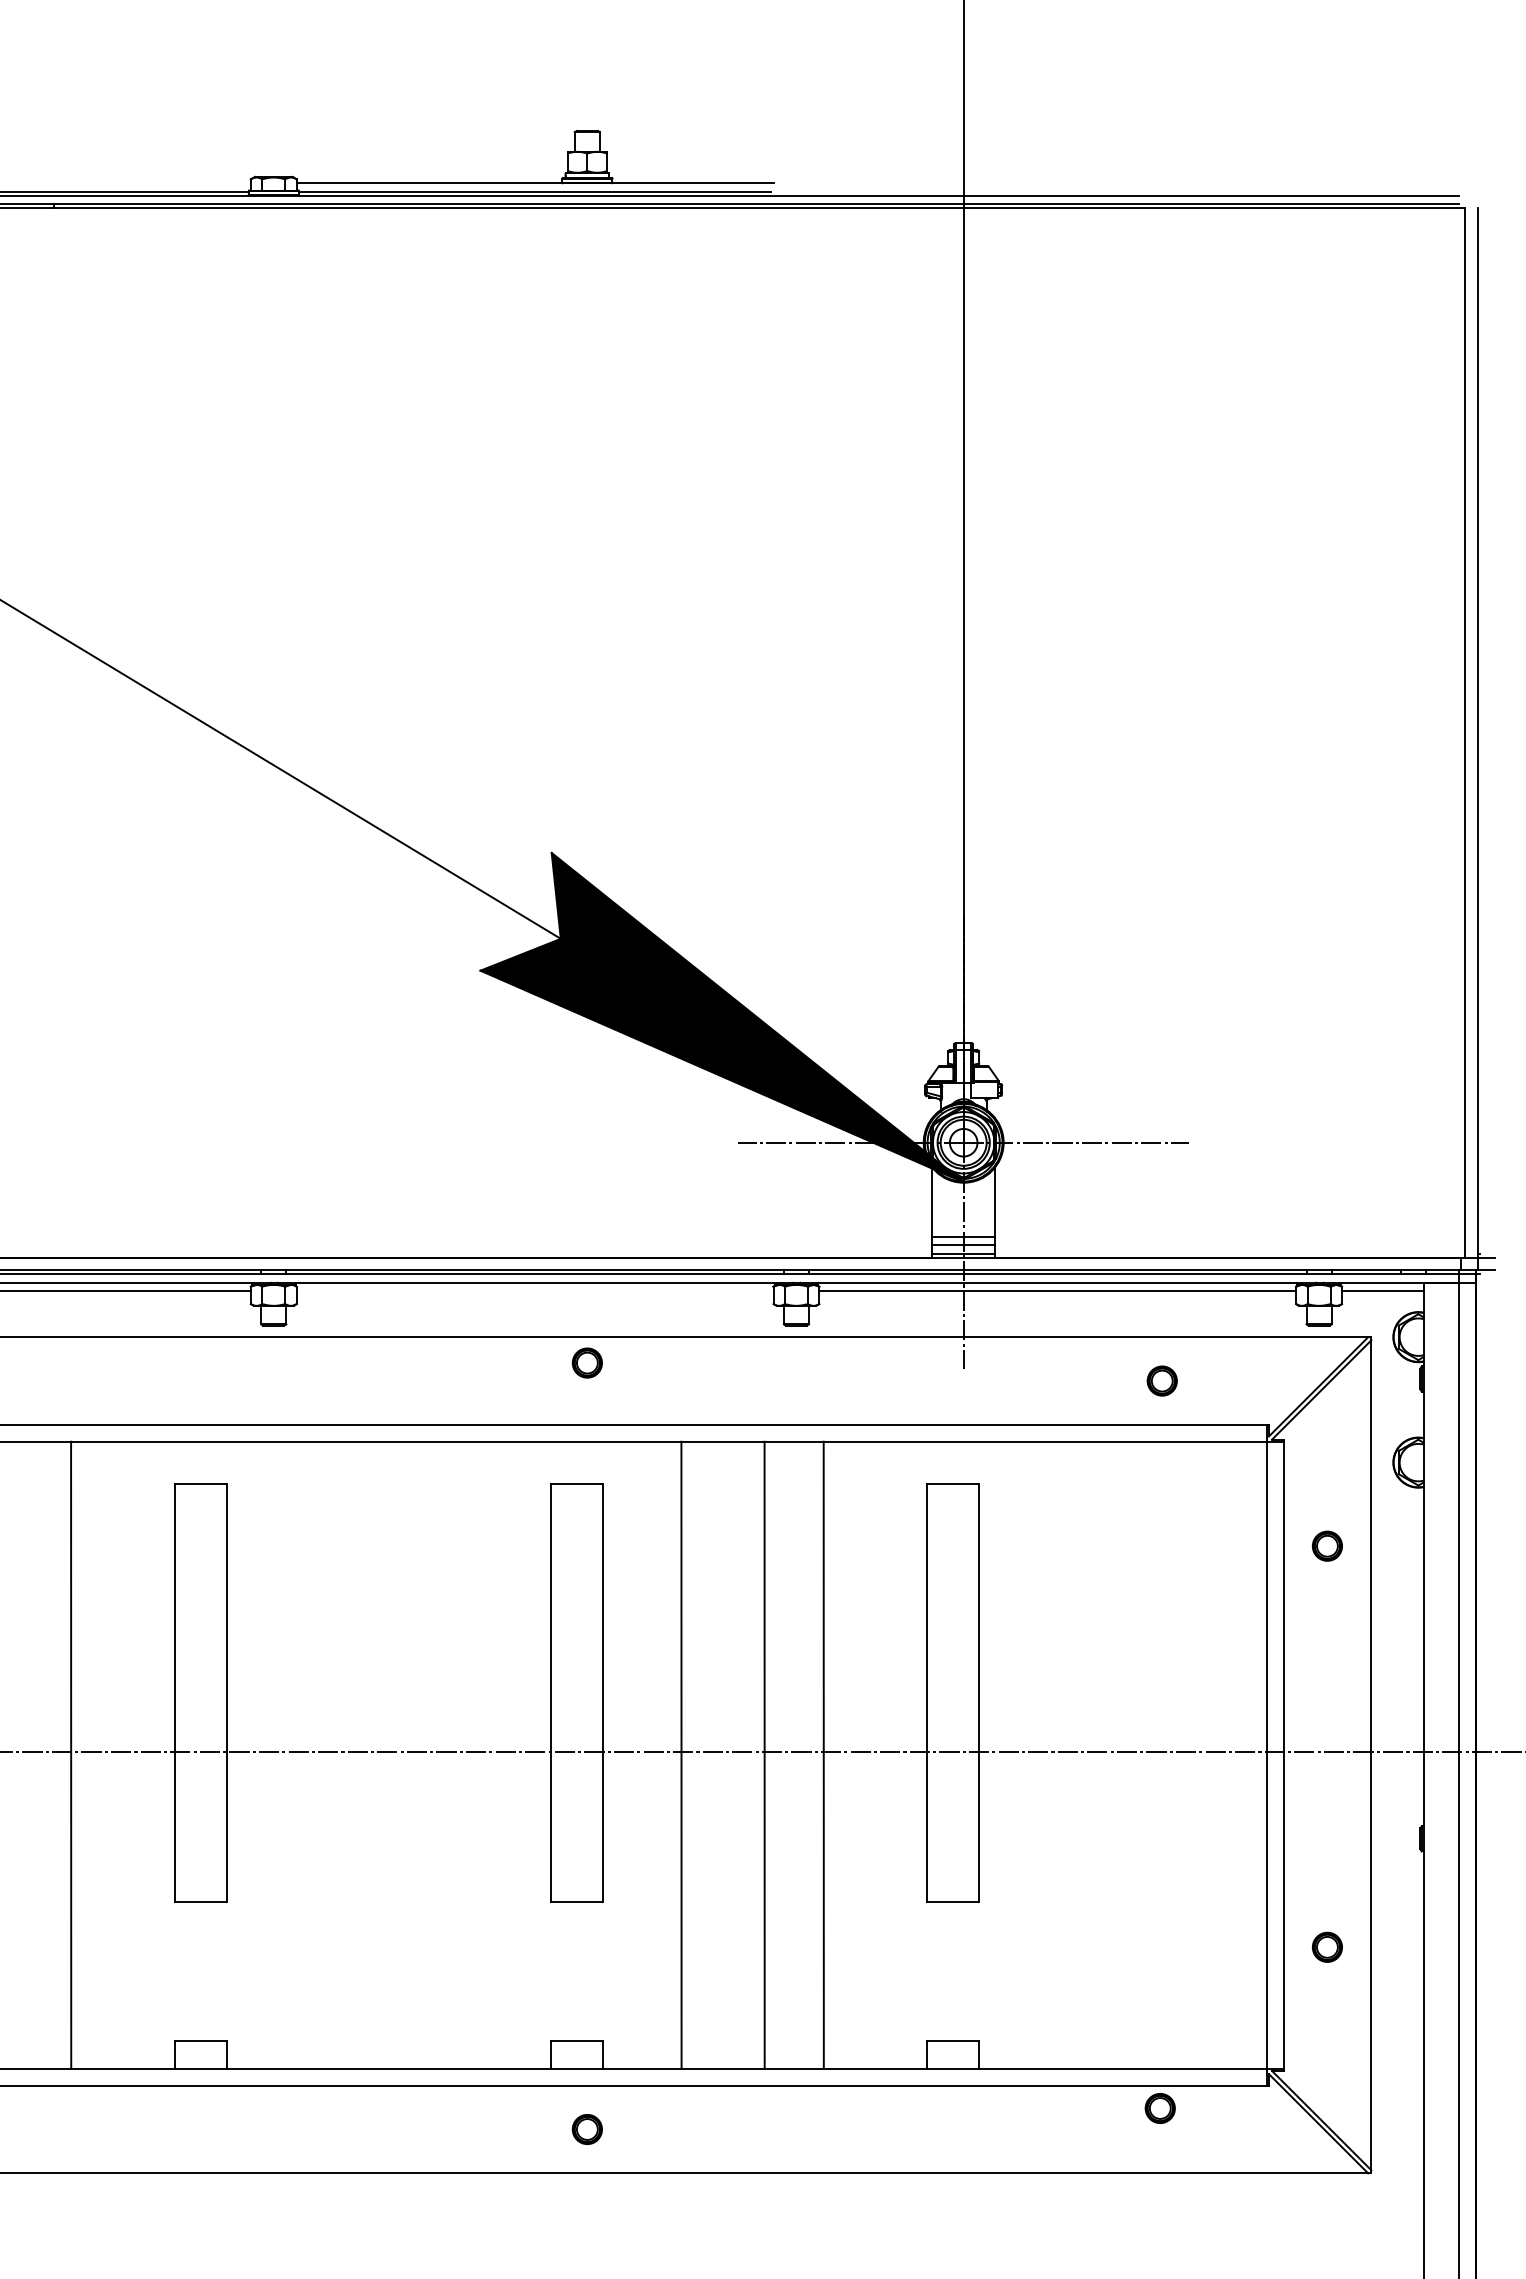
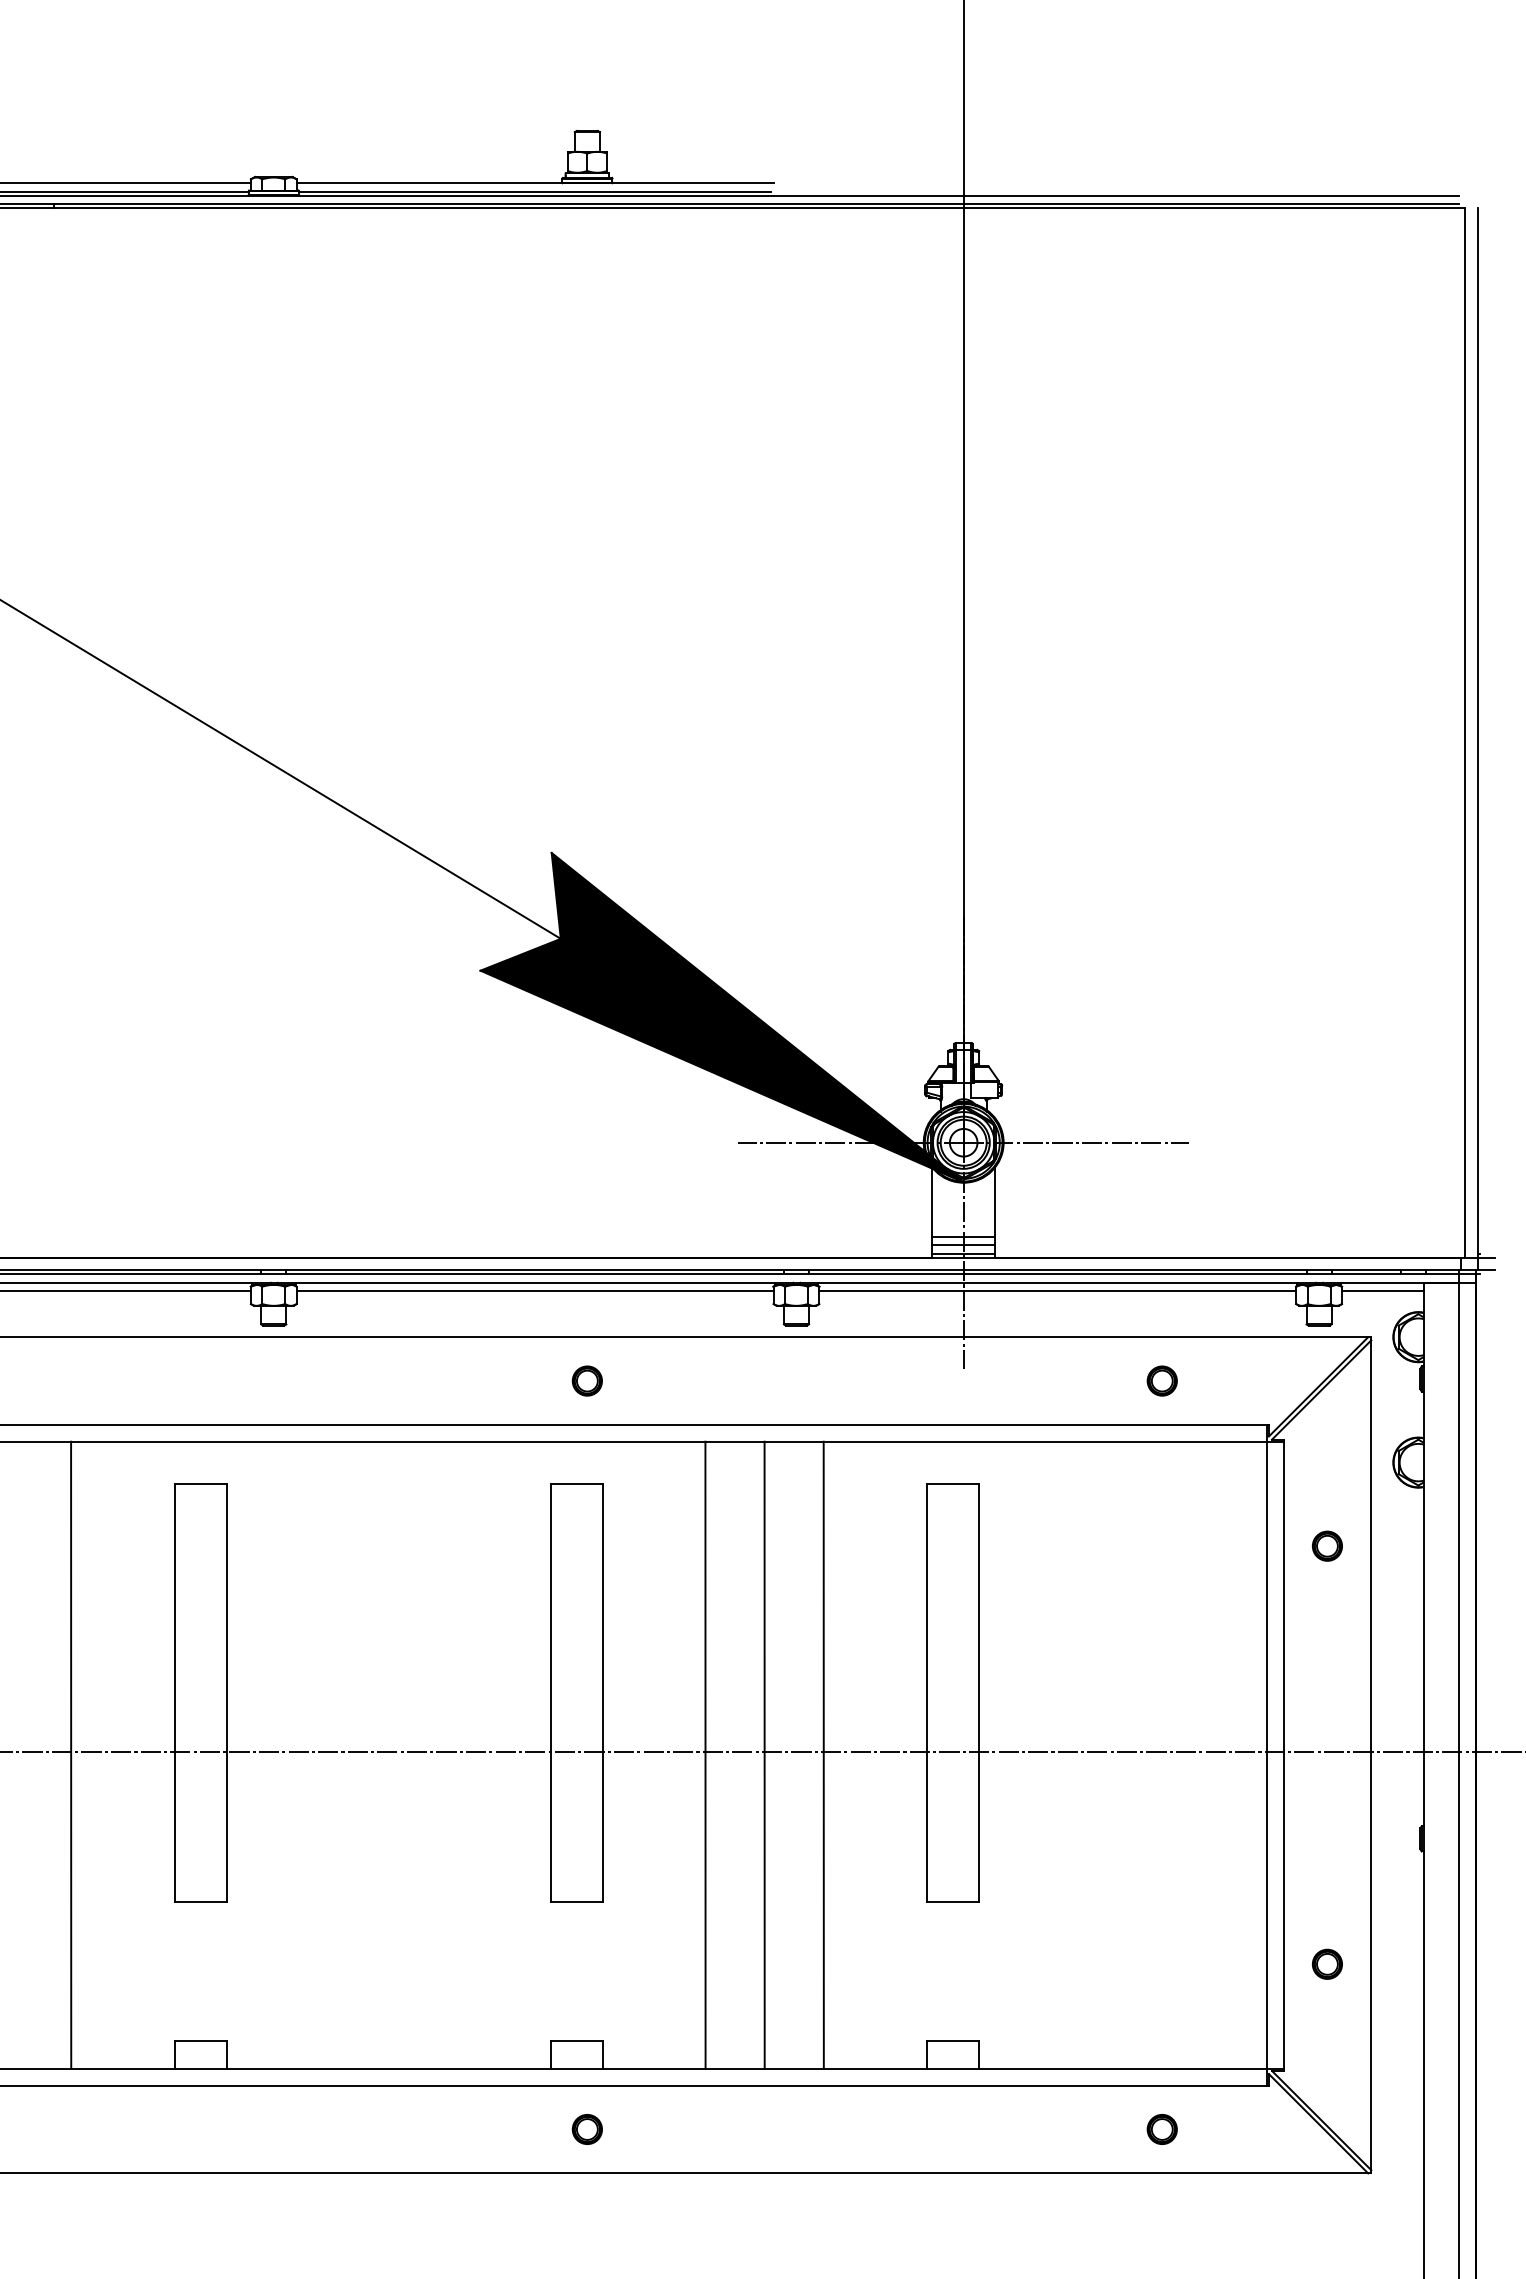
line at (126, 183): none -> present
line at (534, 1291): none -> present
part at (586, 1362) position: (586, 1362) -> (586, 1380)
line at (681, 1754) position: (681, 1754) -> (705, 1754)
part at (1326, 1946) position: (1326, 1946) -> (1326, 1963)
part at (1159, 2108) position: (1159, 2108) -> (1161, 2129)
